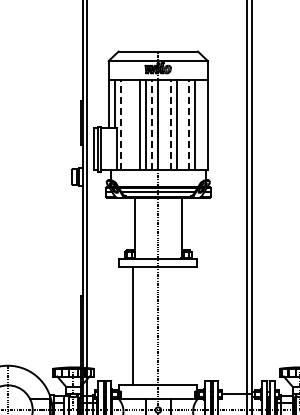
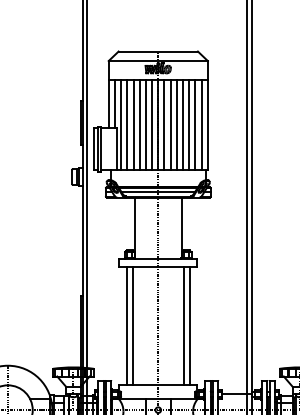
line at (121, 124): dashed -> solid
line at (127, 124): none -> present
line at (133, 124): none -> present
line at (152, 124): dashed -> solid
line at (164, 124): none -> present
line at (170, 124): dashed -> solid
line at (182, 124): none -> present
line at (189, 124): dashed -> solid
line at (201, 124): none -> present
line at (127, 326): none -> present
line at (183, 326): none -> present
line at (189, 326): none -> present
